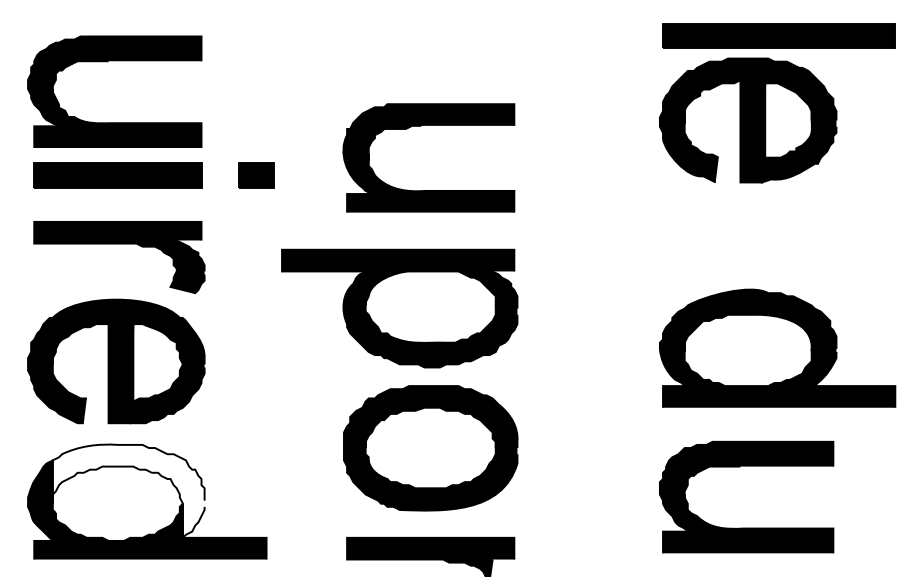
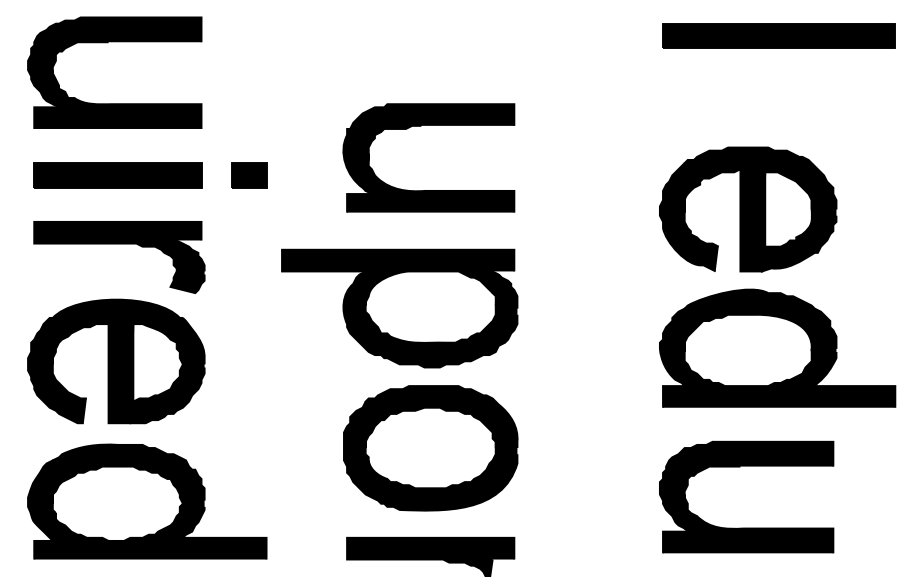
part at (108, 62) position: (108, 62) -> (108, 43)
part at (748, 120) position: (748, 120) -> (748, 209)
part at (256, 175) position: (256, 175) -> (249, 175)
fill at (128, 490): none -> present
